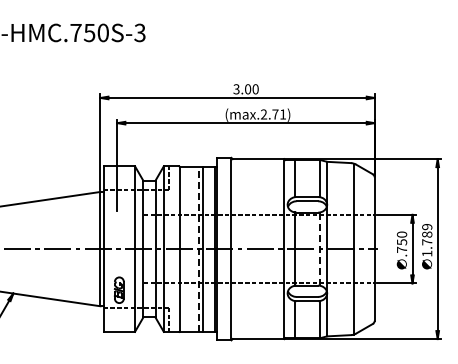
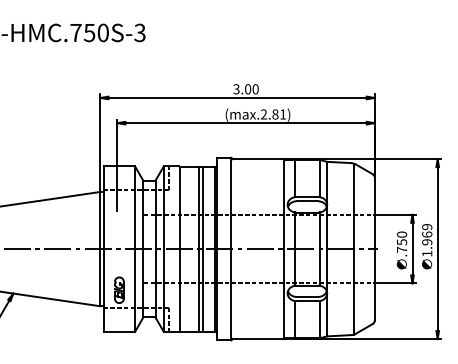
text at (275, 114): (max.2.71) -> (max.2.81)
text at (427, 238): 1.789 -> 1.969
line at (198, 248): dashed -> solid
line at (320, 249): dashed -> solid
